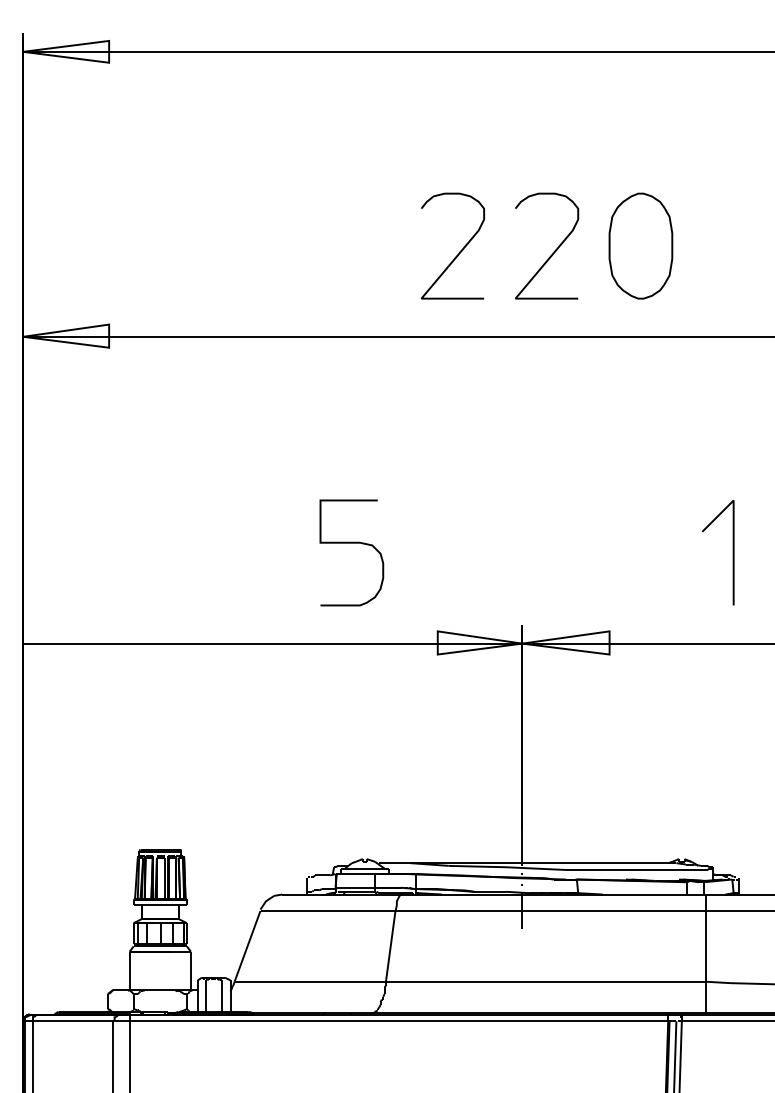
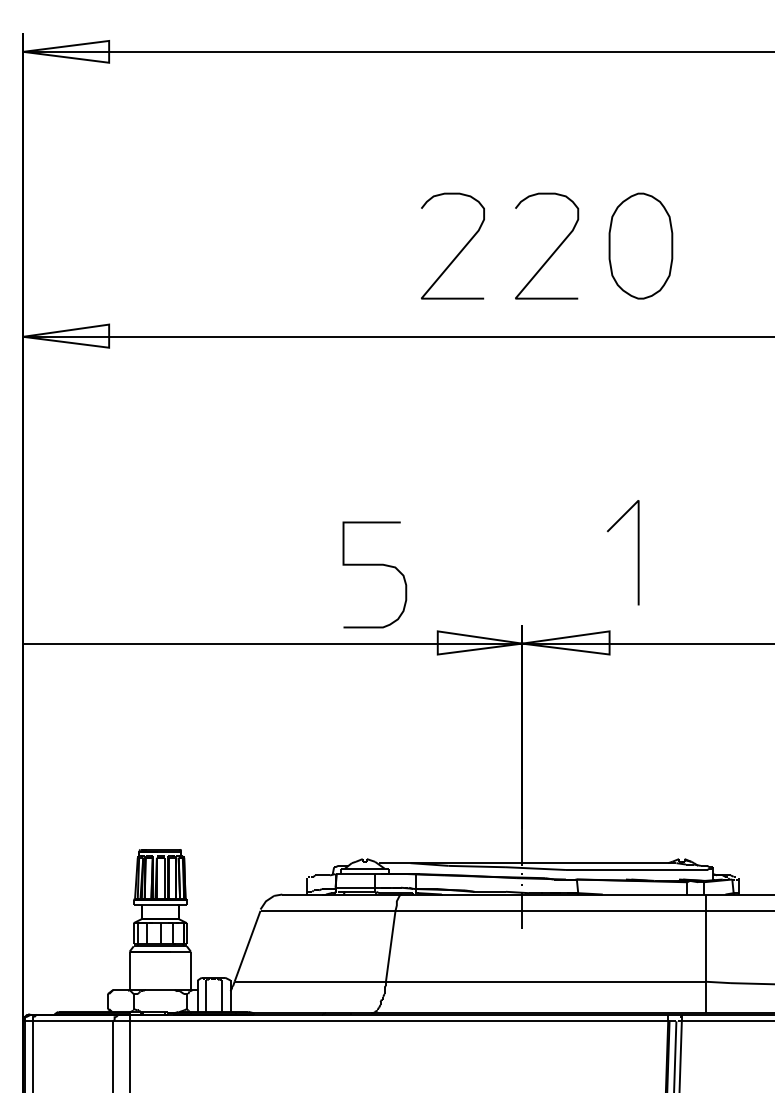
curve at (351, 543) position: (351, 543) -> (374, 565)
curve at (732, 552) position: (732, 552) -> (637, 552)
